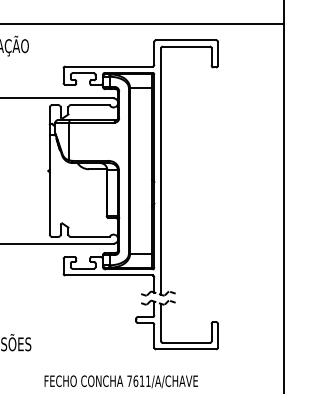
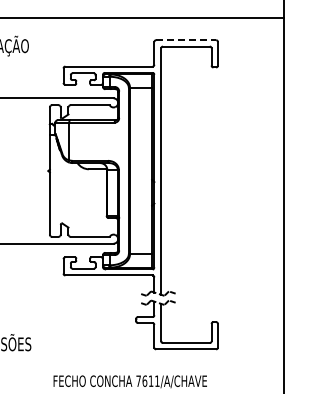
line at (143, 23) position: (143, 23) -> (143, 17)
line at (186, 40): solid -> dashed
text at (120, 381) position: (120, 381) -> (129, 381)
